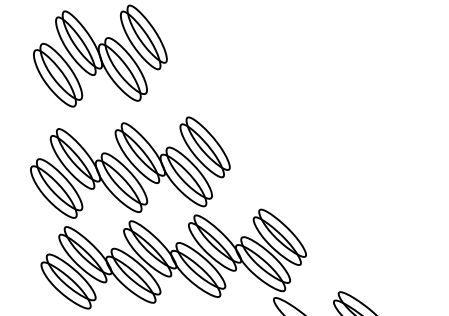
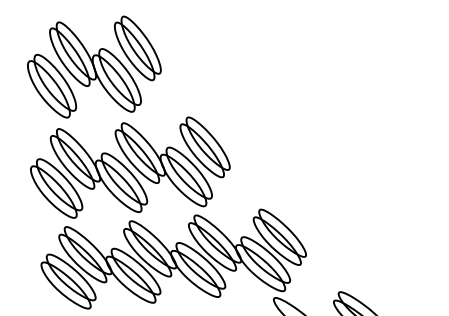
part at (100, 55) position: (100, 55) -> (94, 66)
